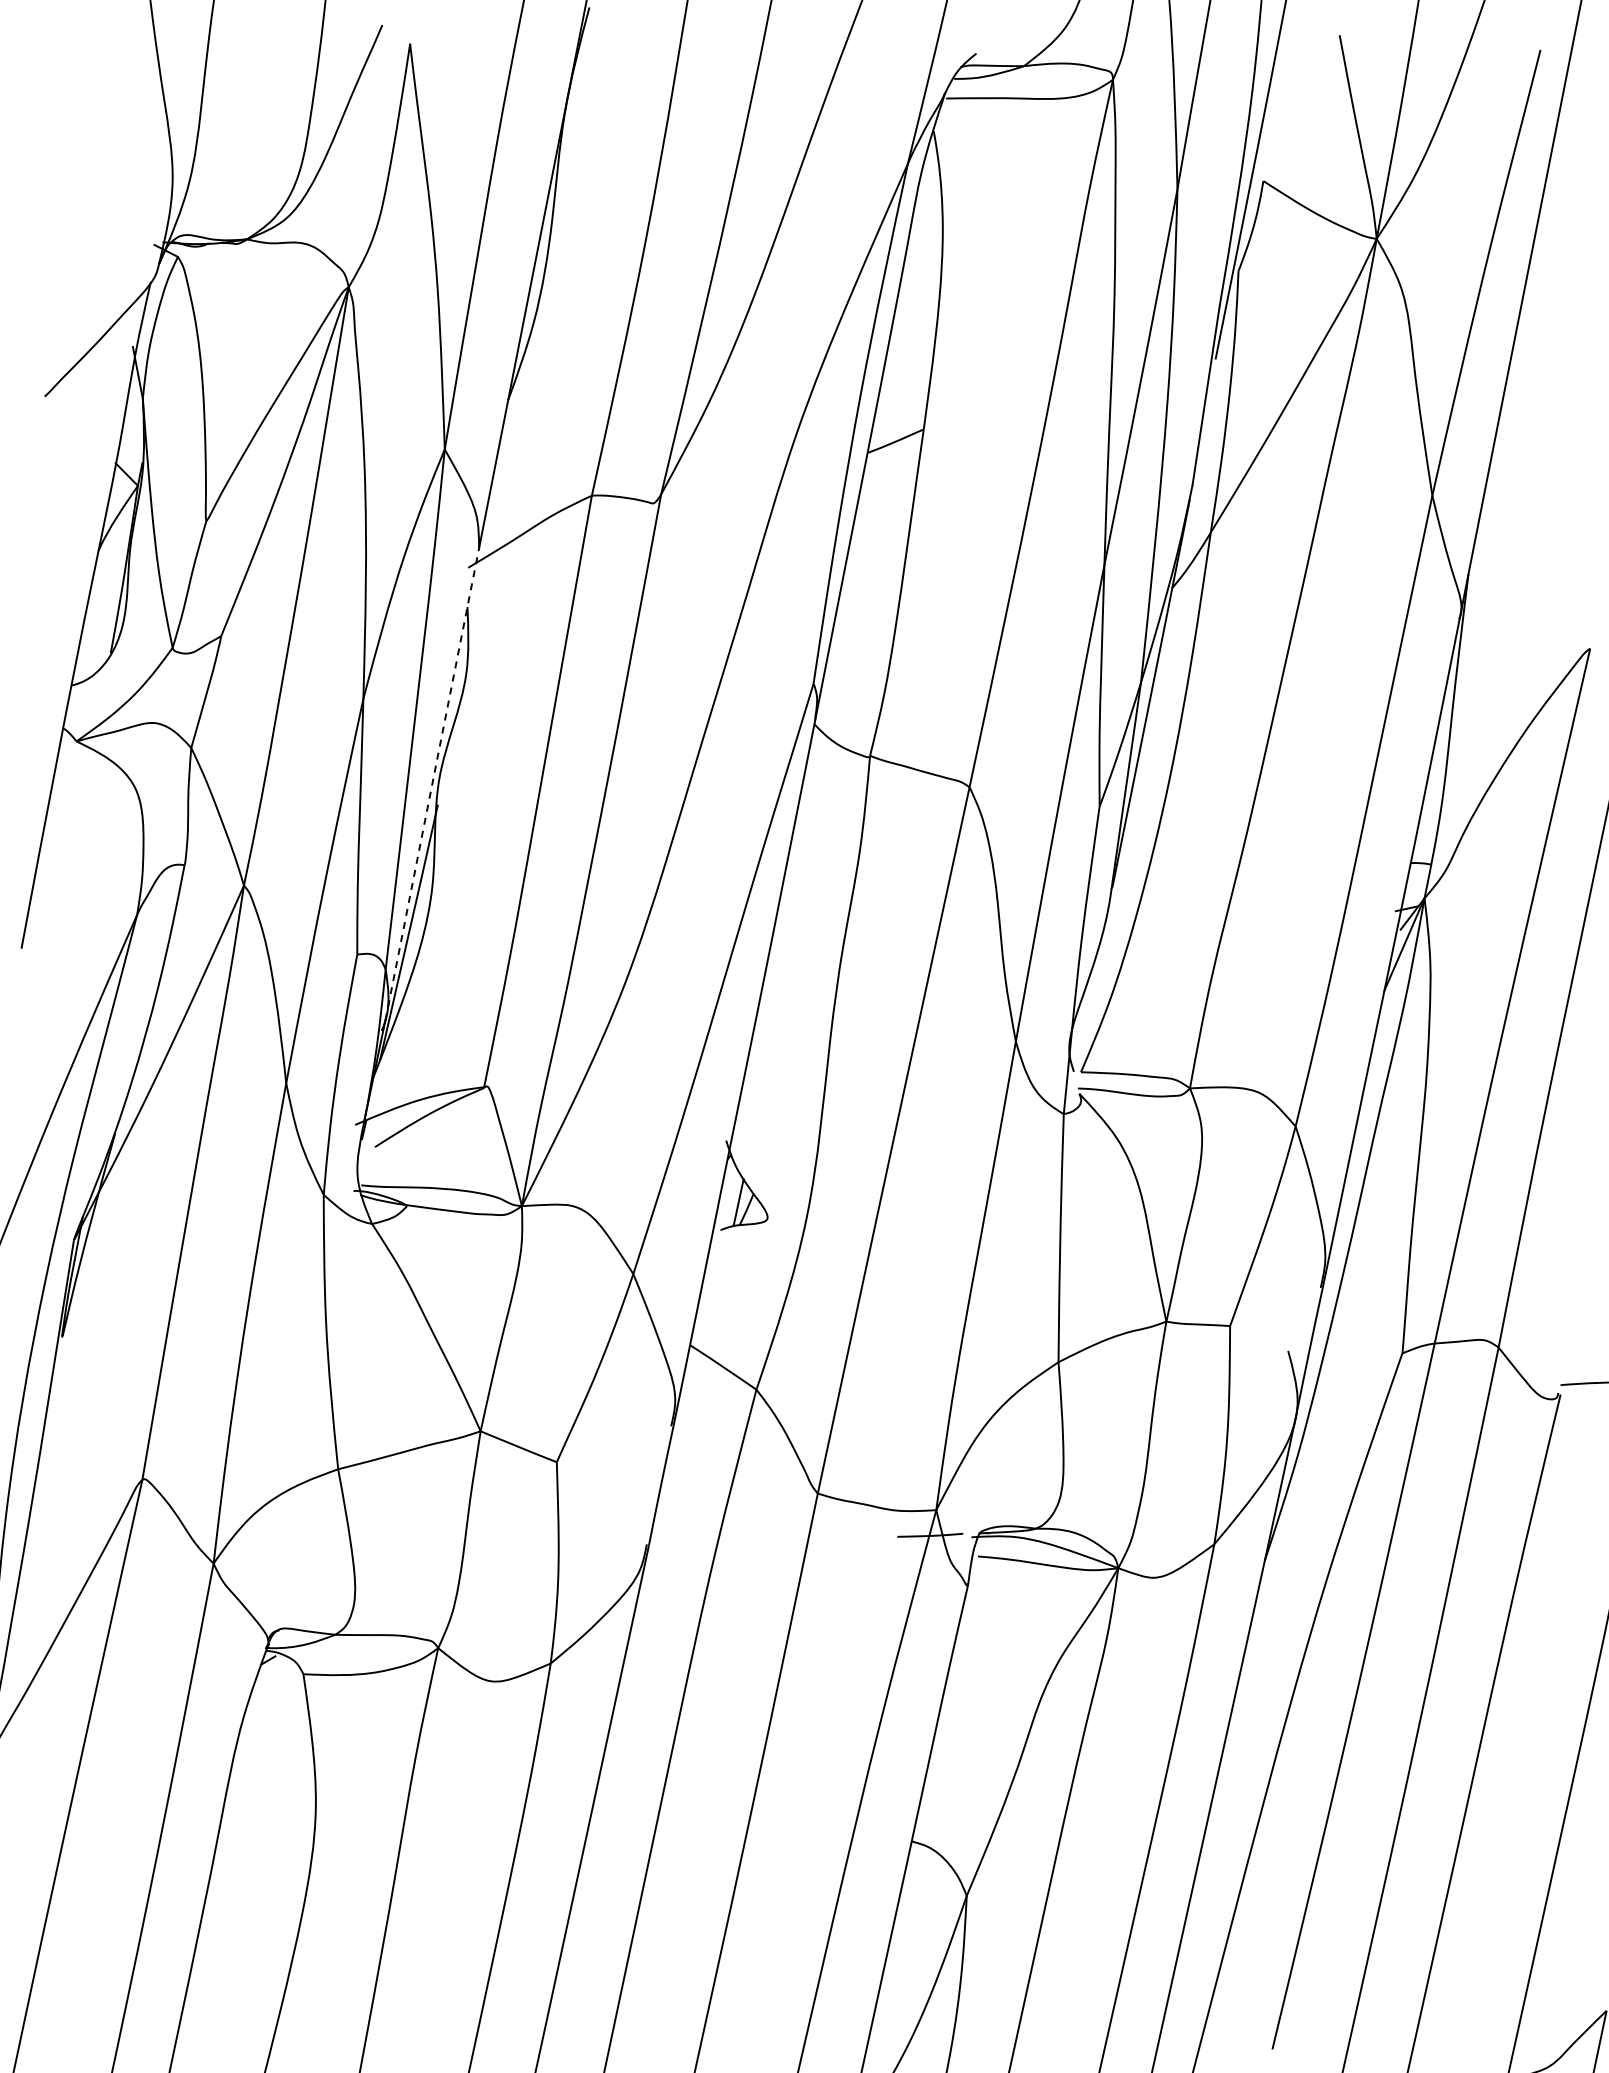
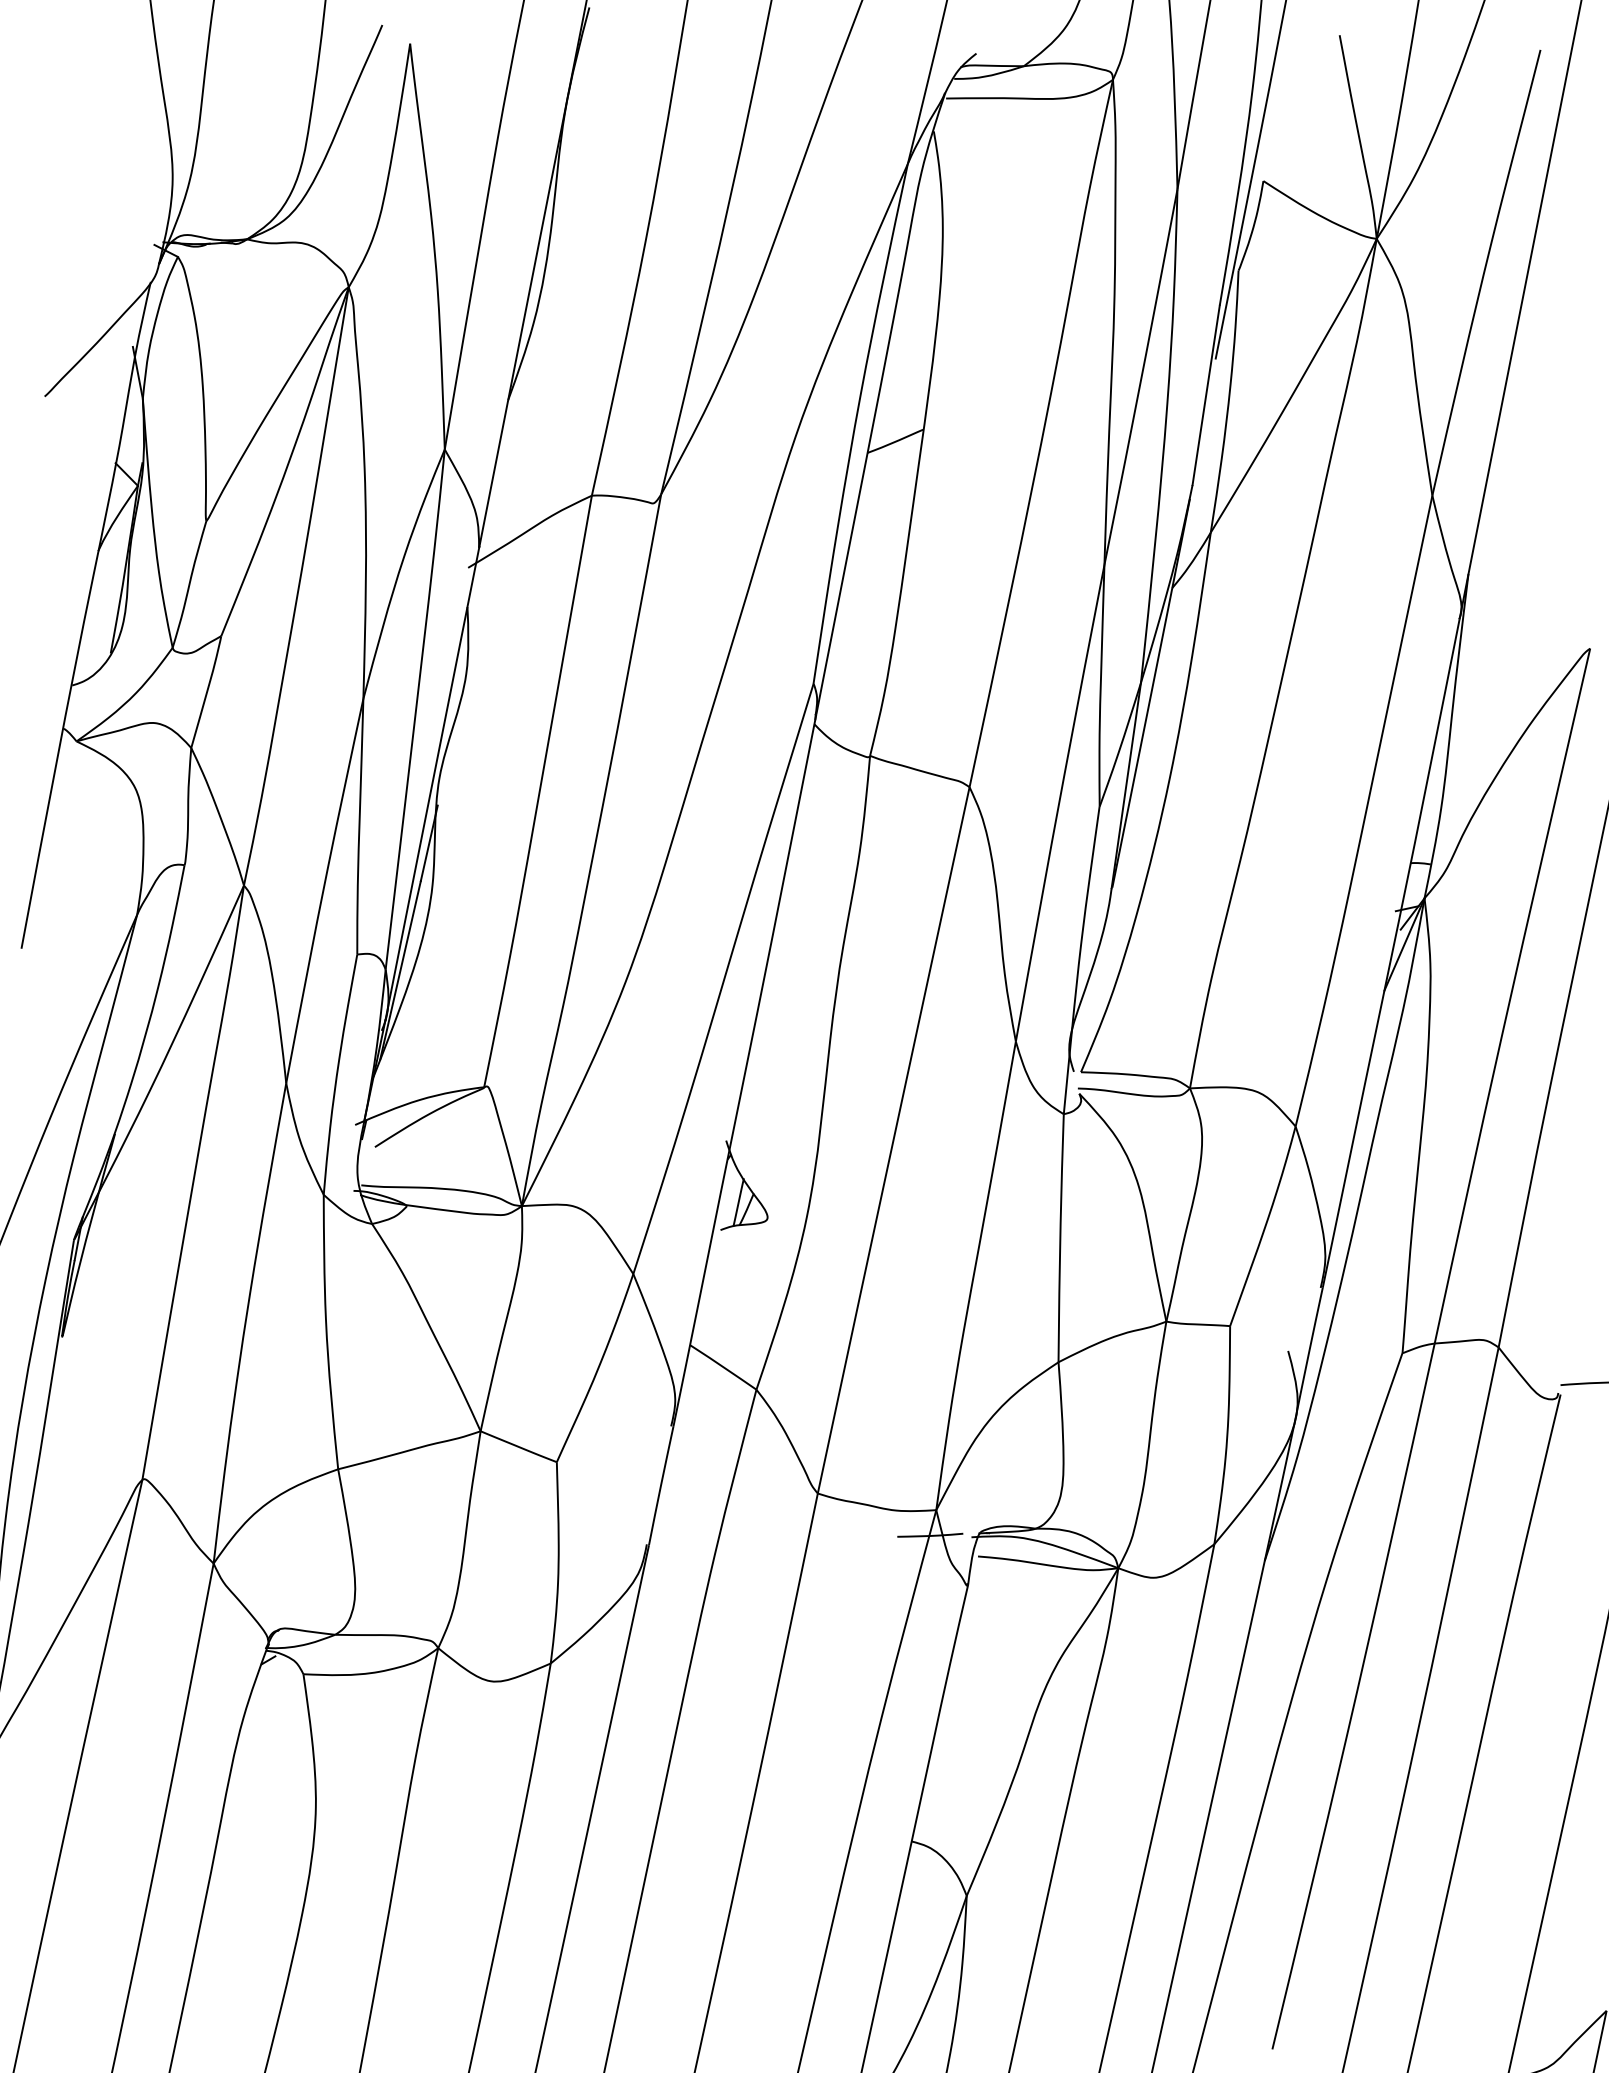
line at (432, 782): dashed -> solid
